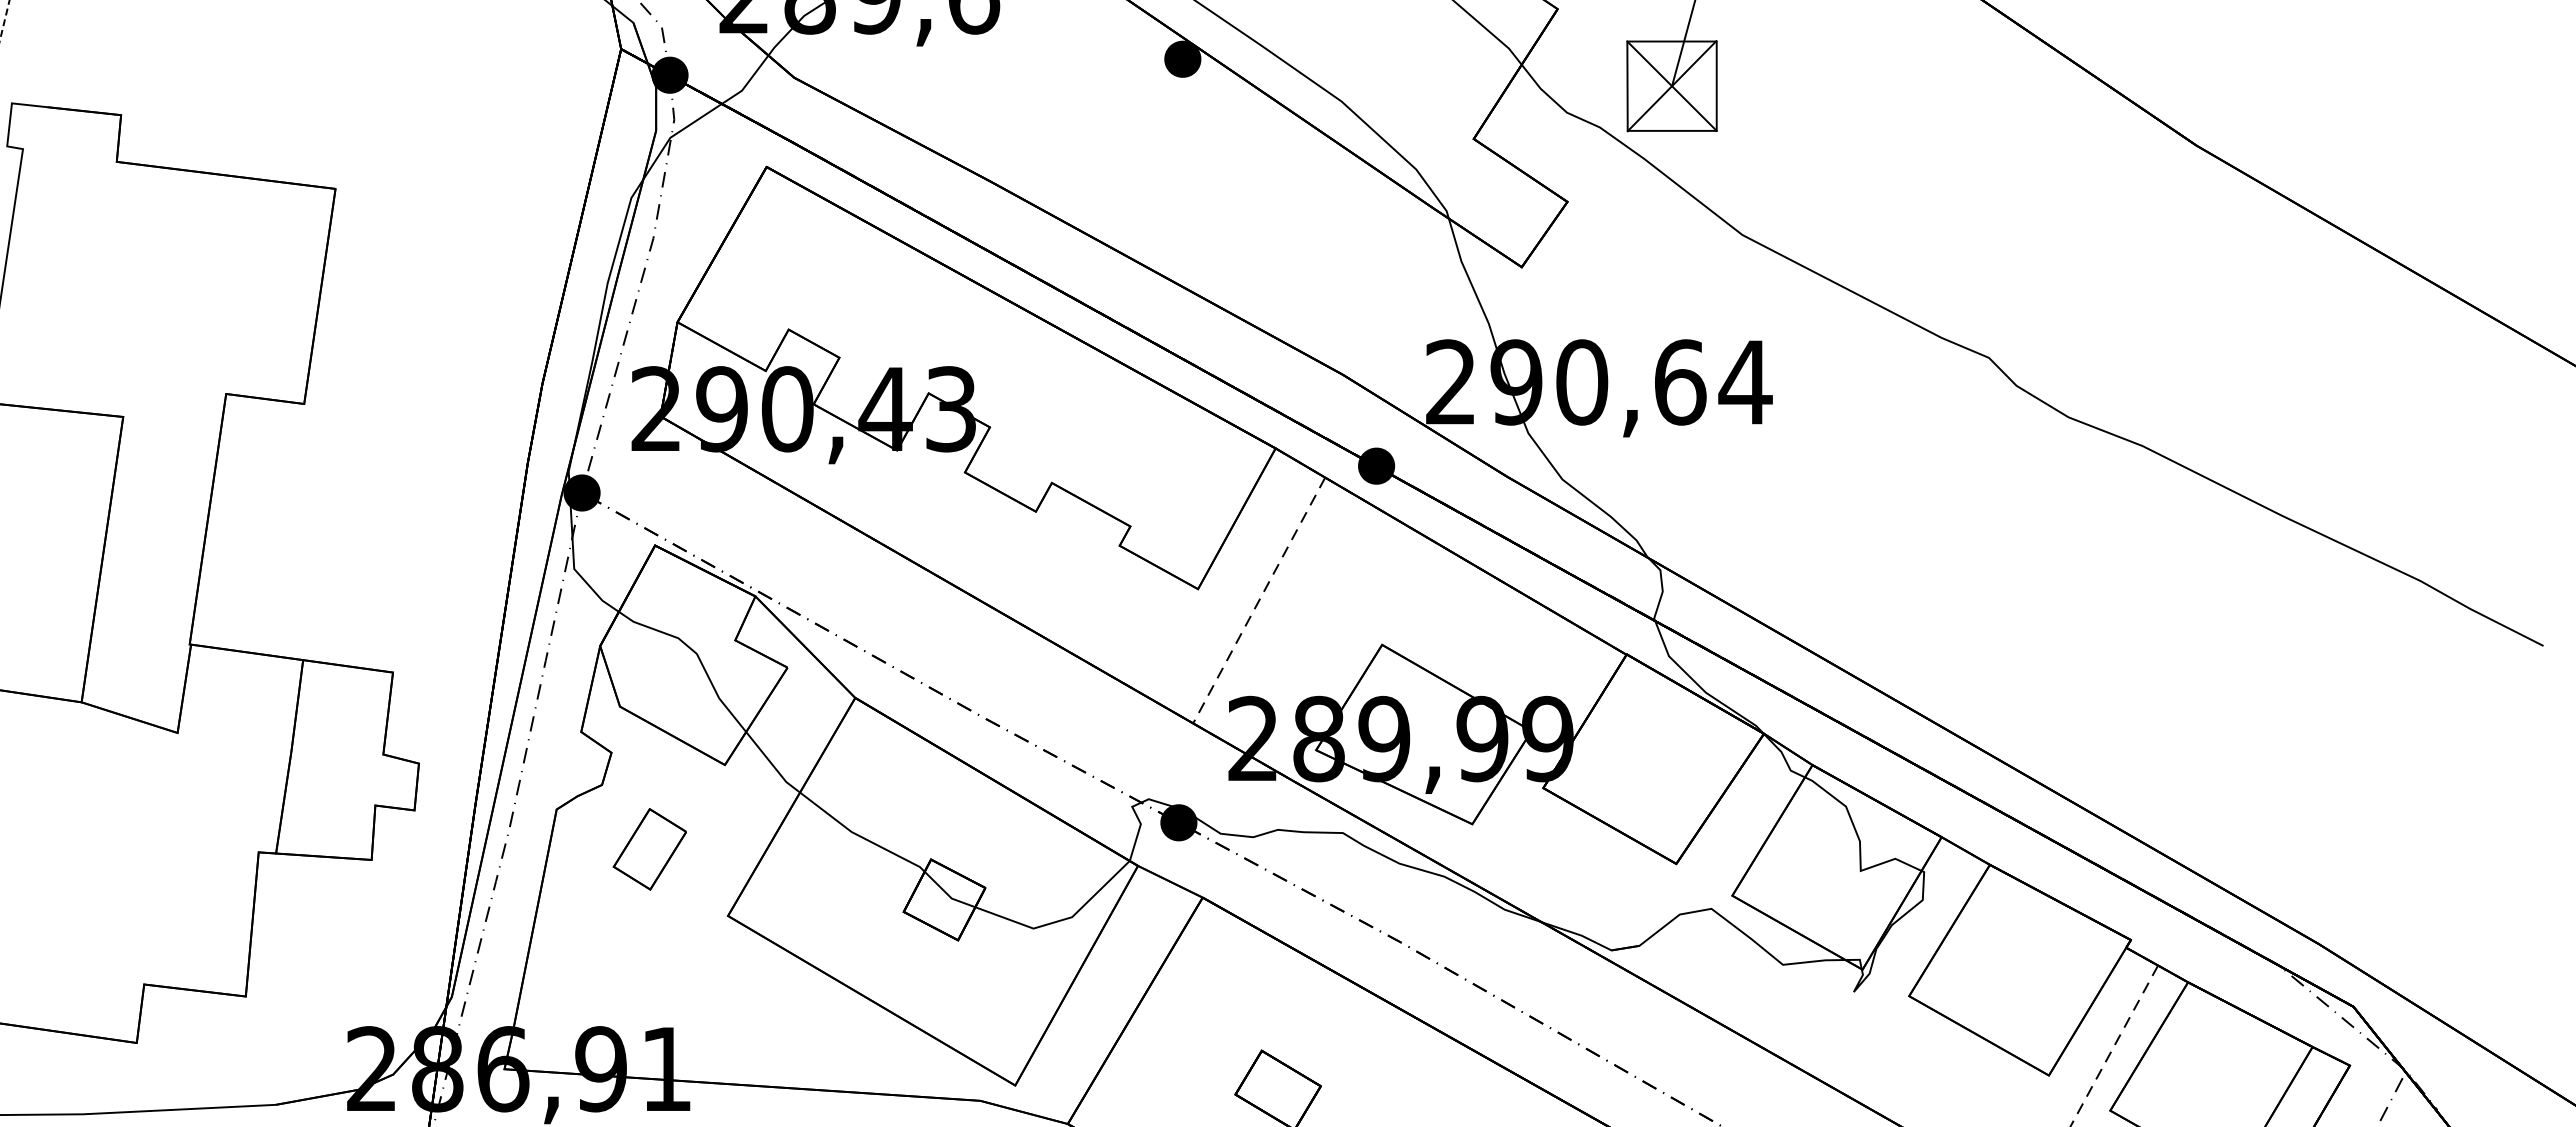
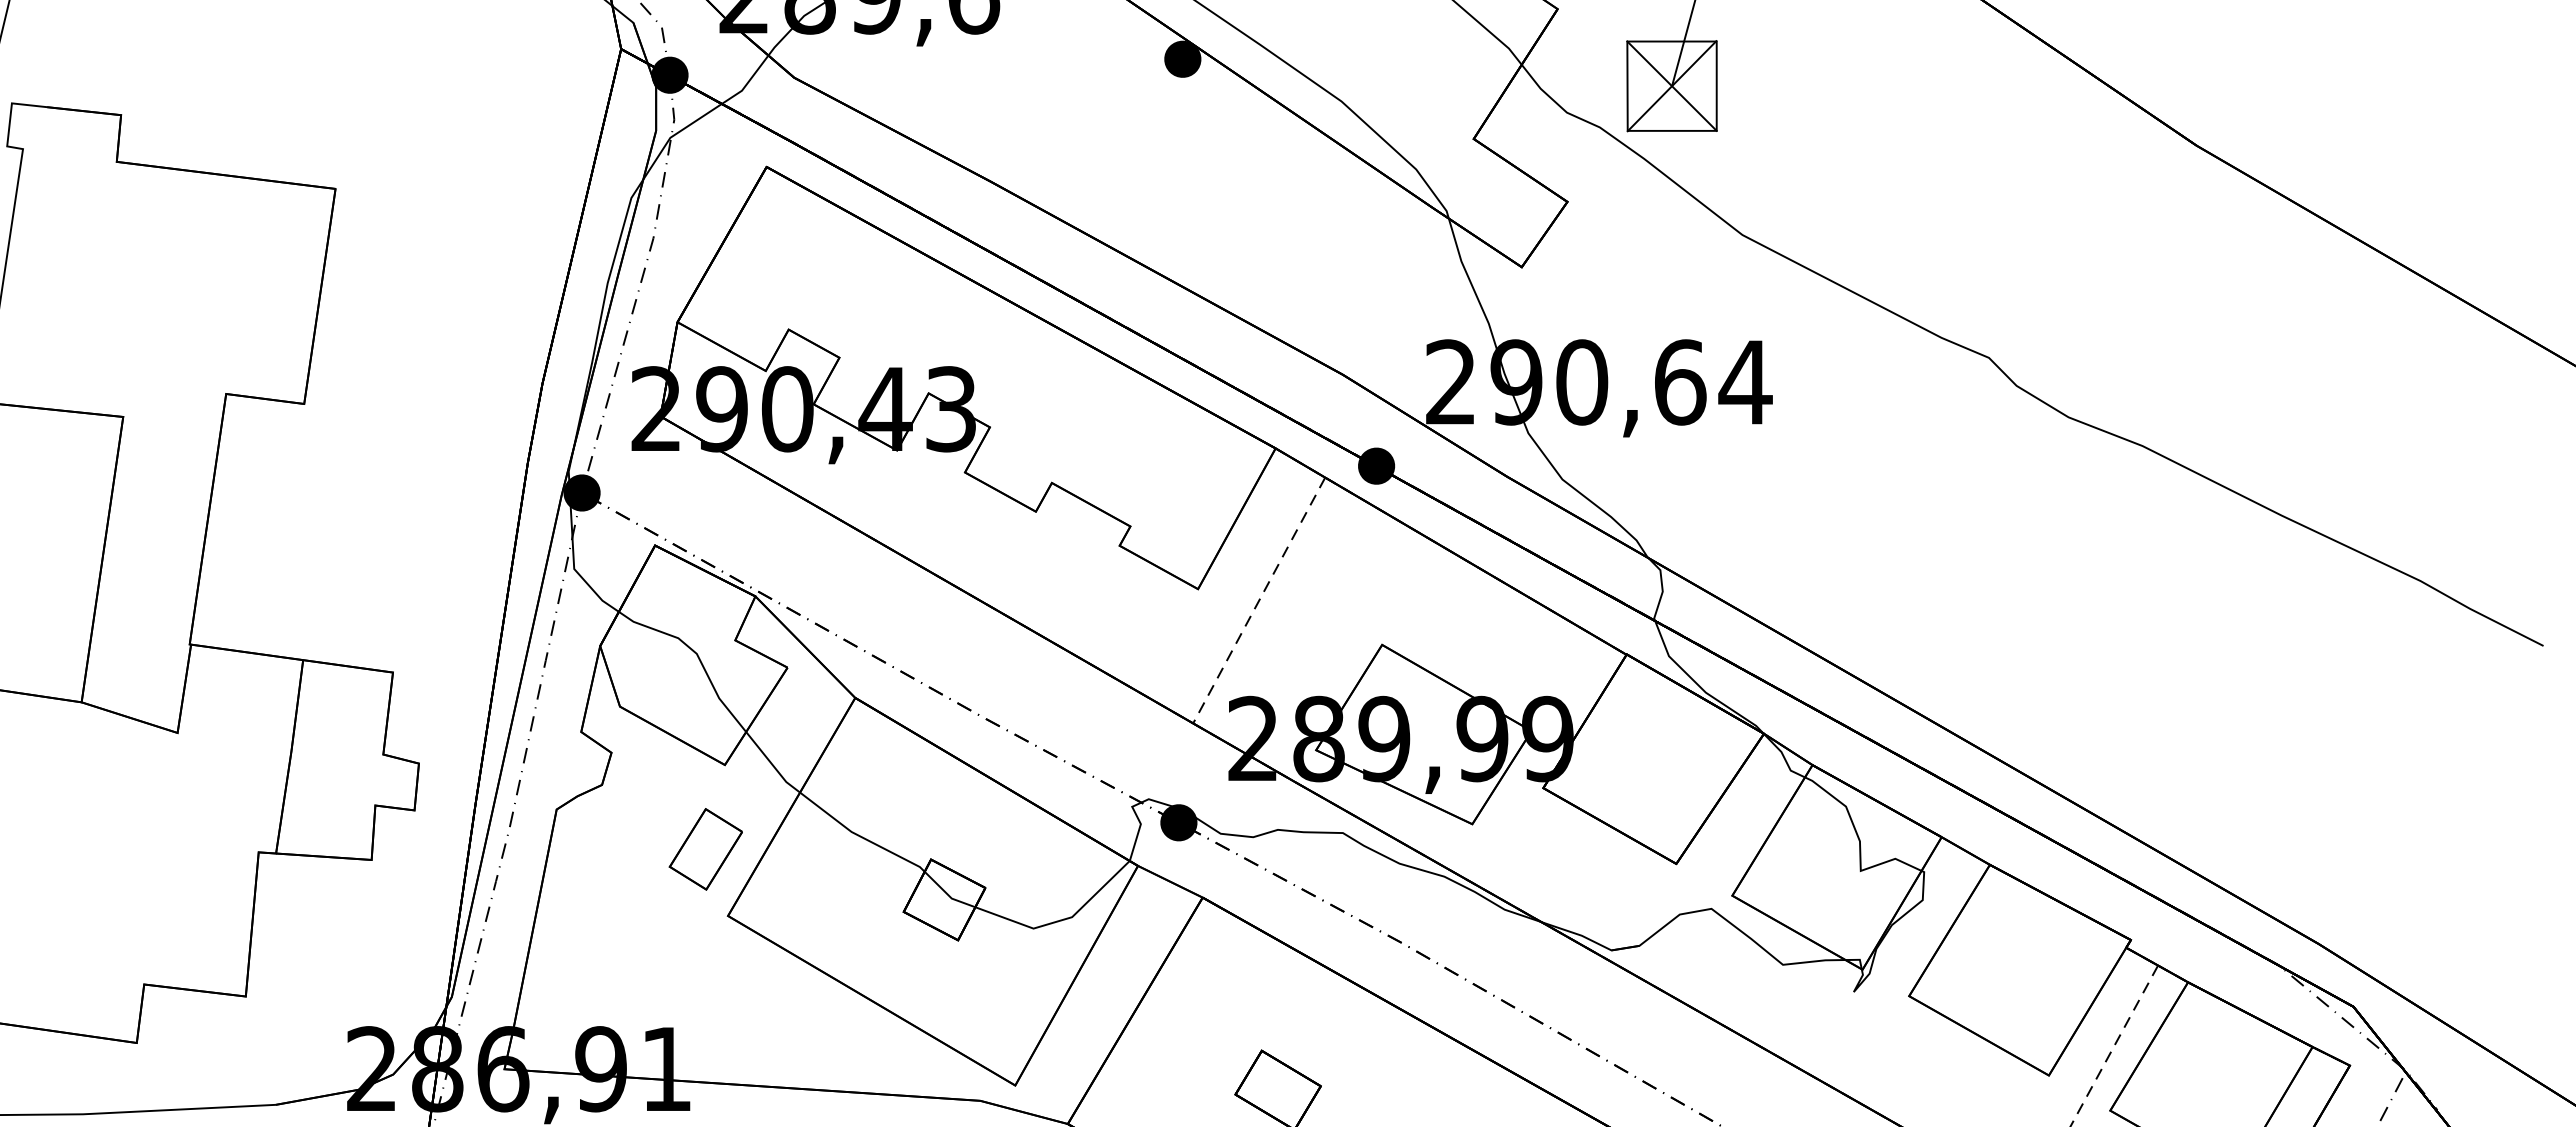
line at (4, 20): dashed -> solid
part at (649, 849) position: (649, 849) -> (705, 849)
